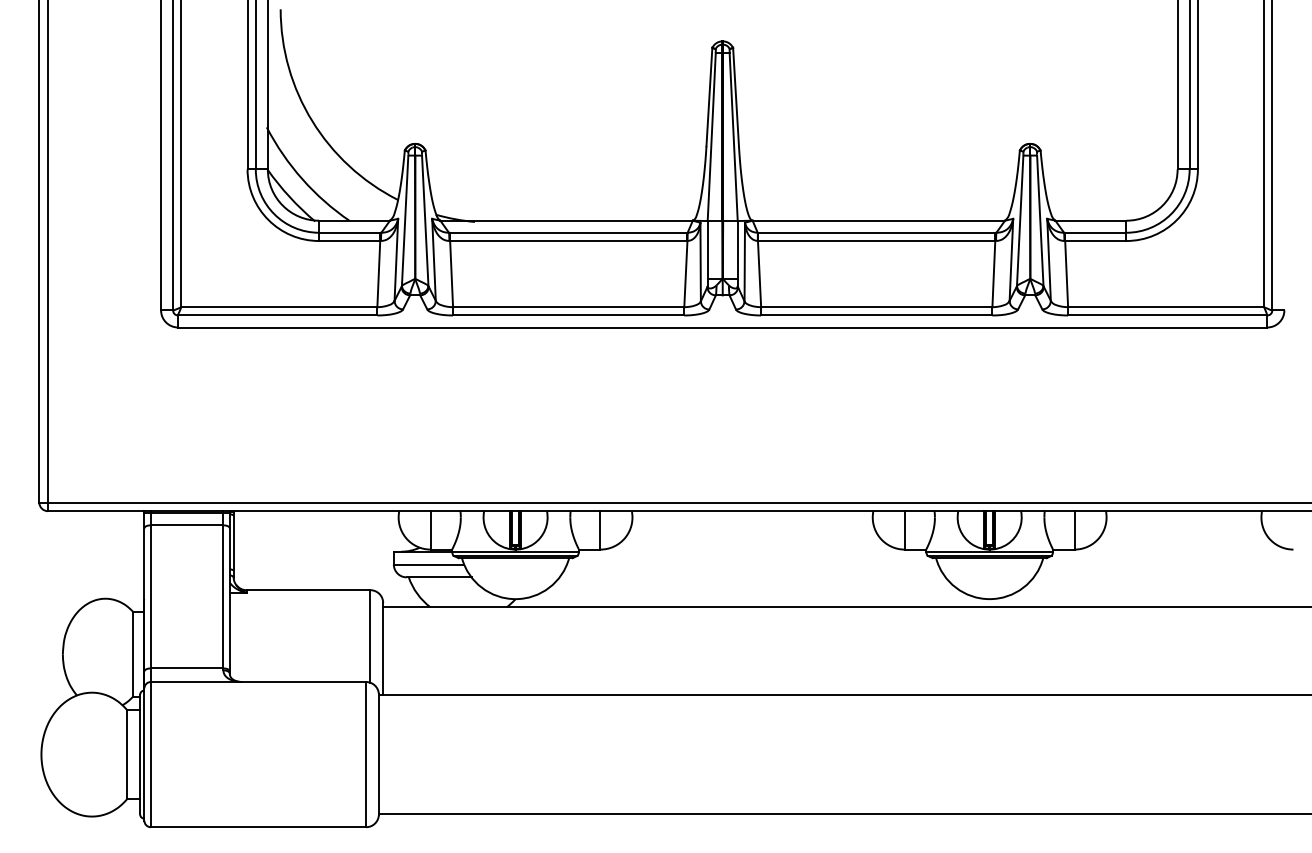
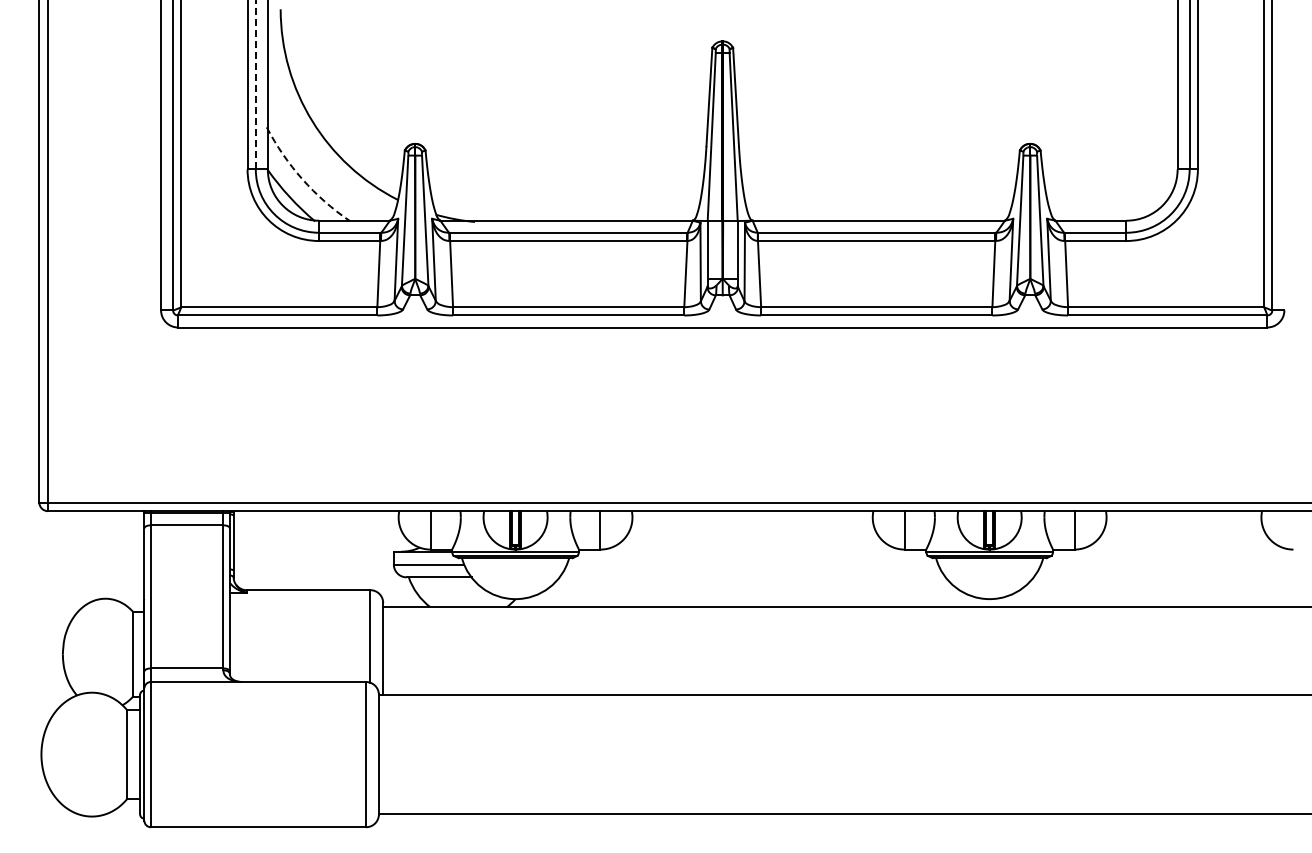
line at (255, 84): solid -> dashed
arc at (302, 179): solid -> dashed
